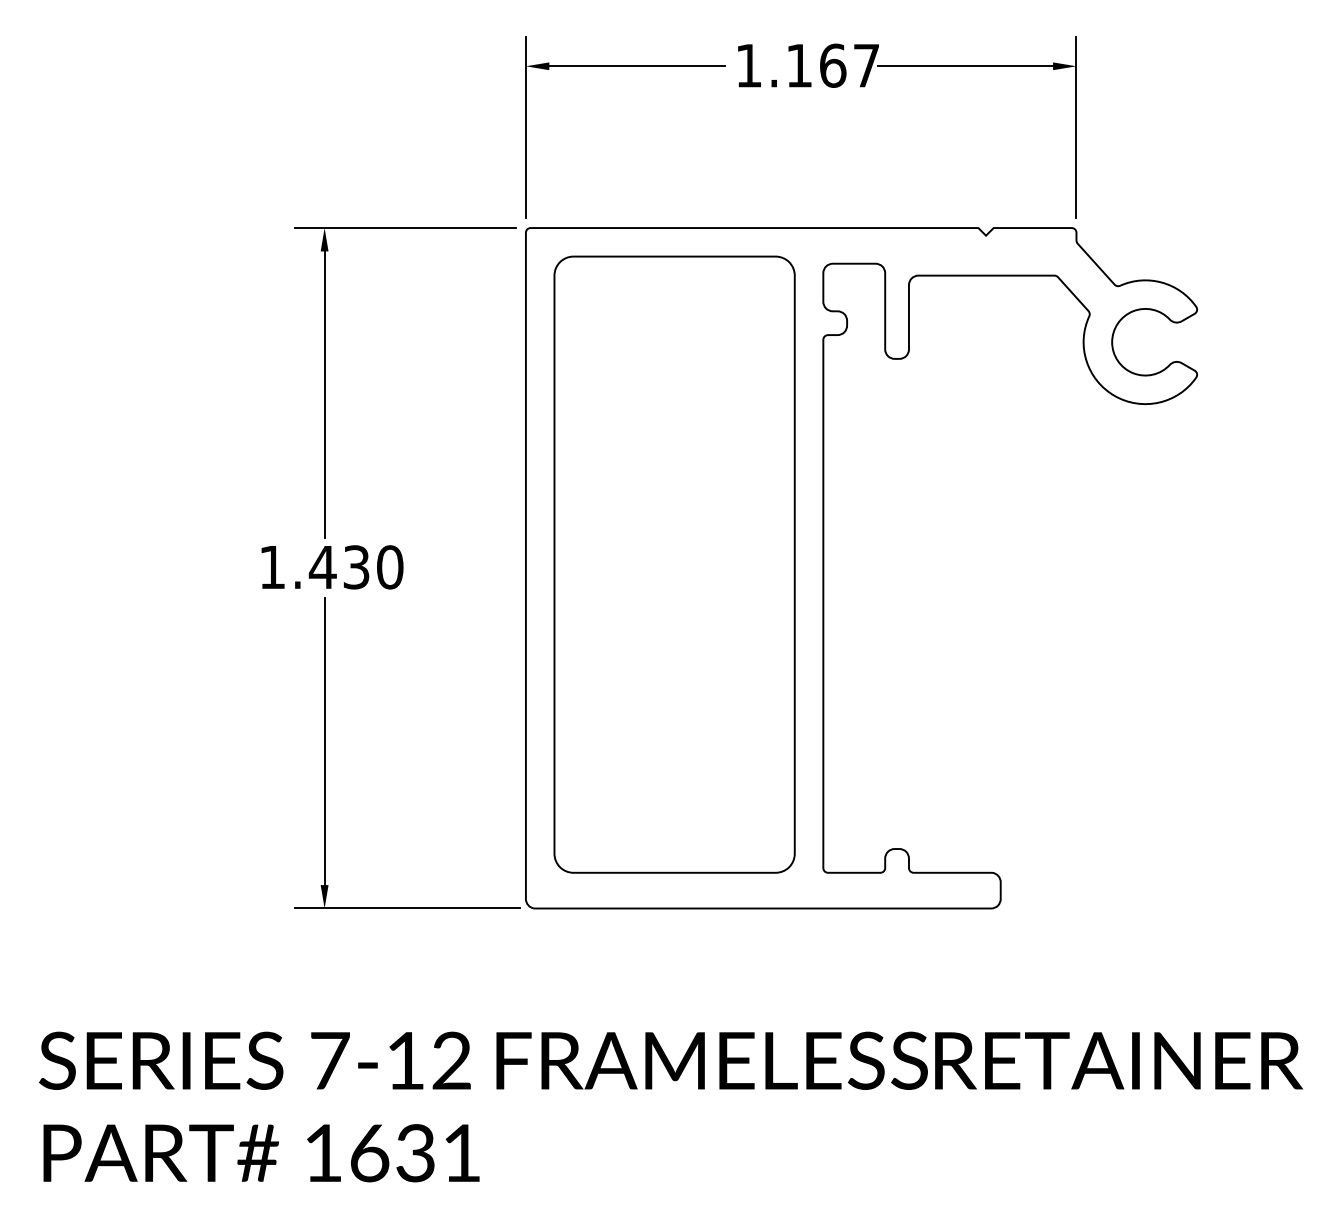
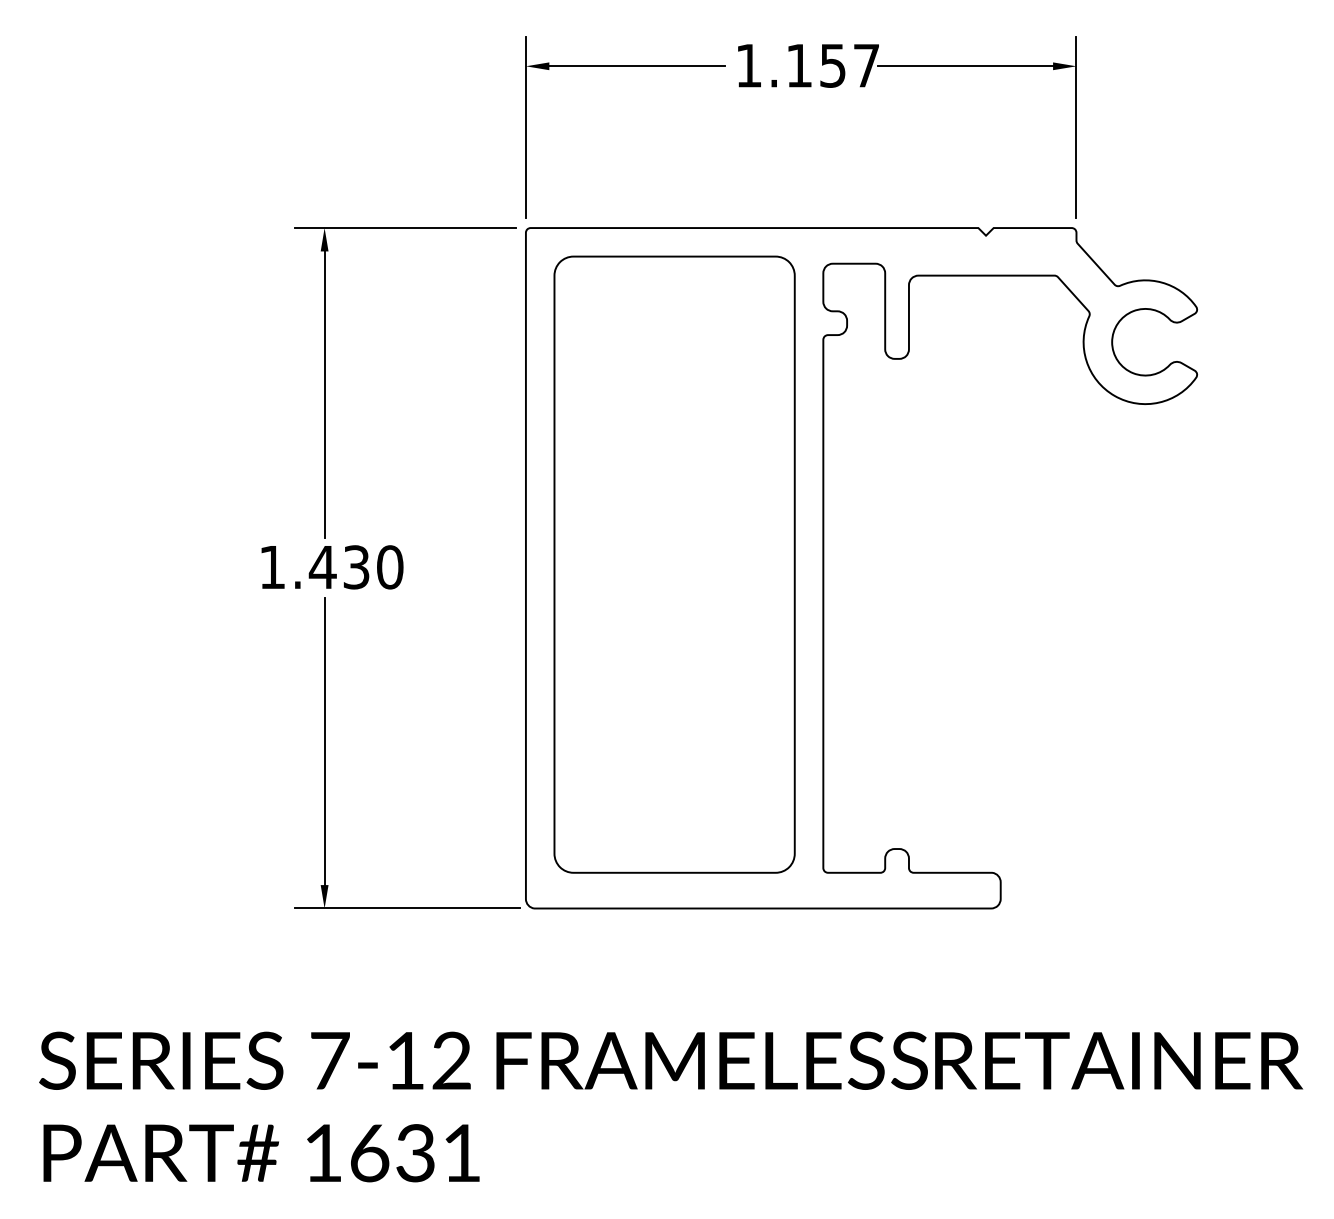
text at (833, 65): 1.167 -> 1.157
